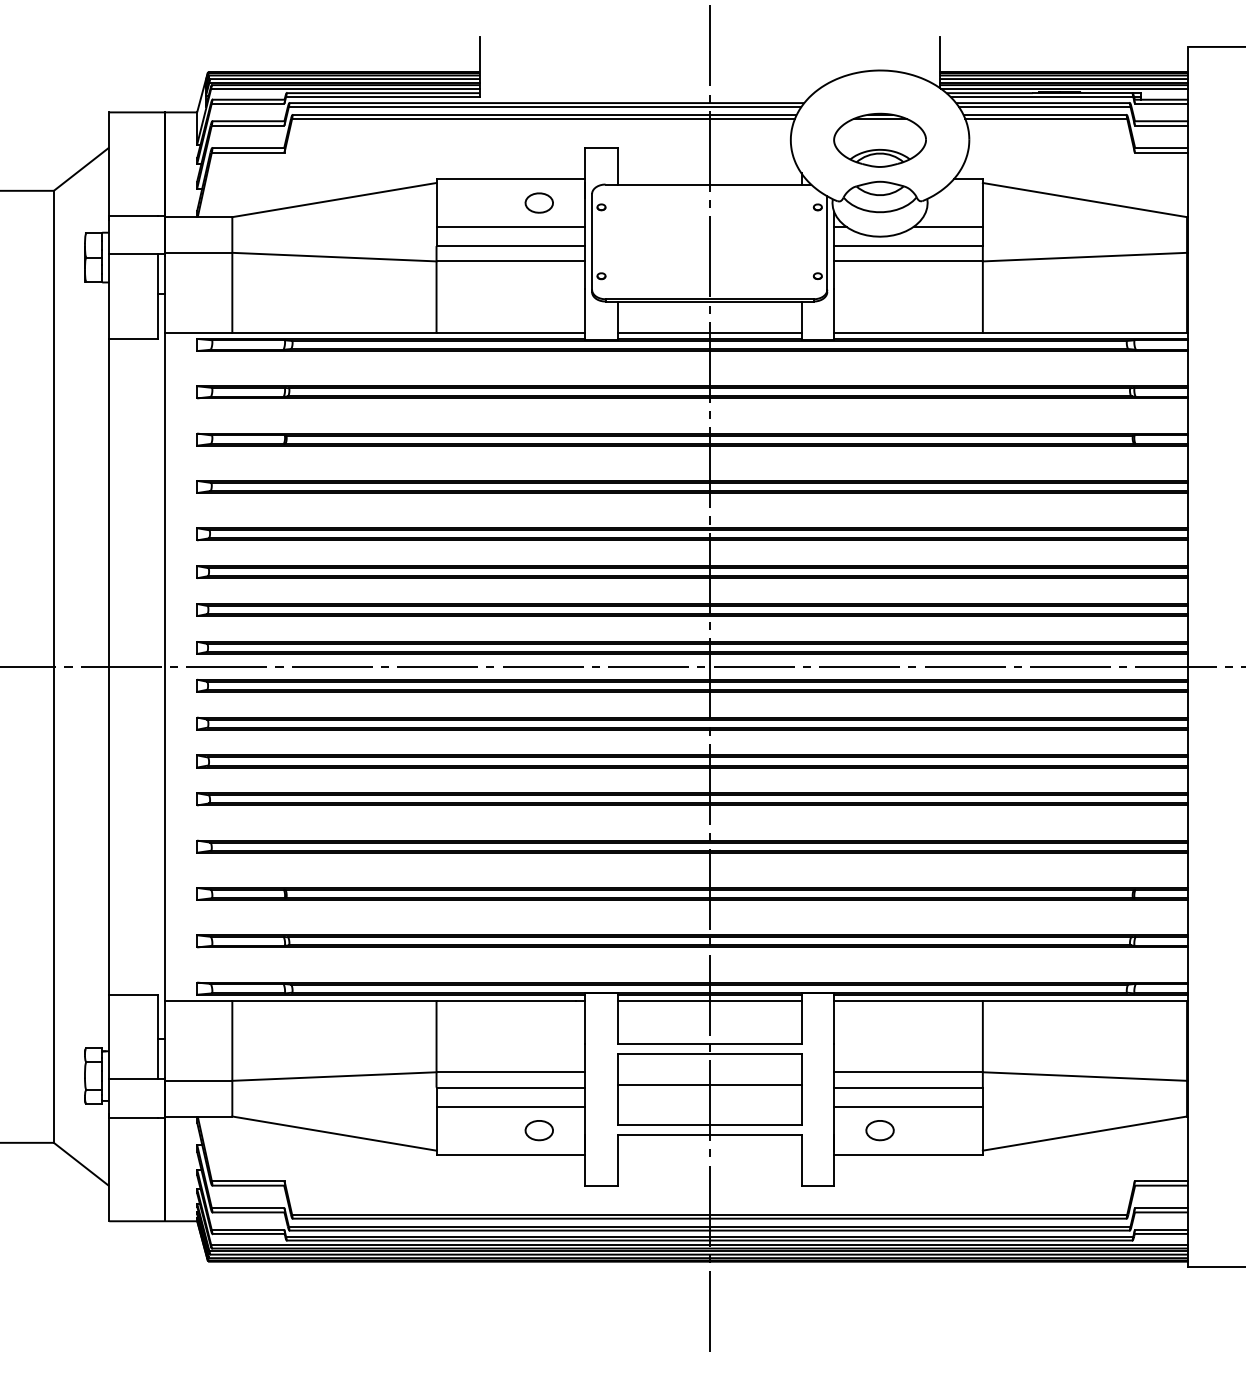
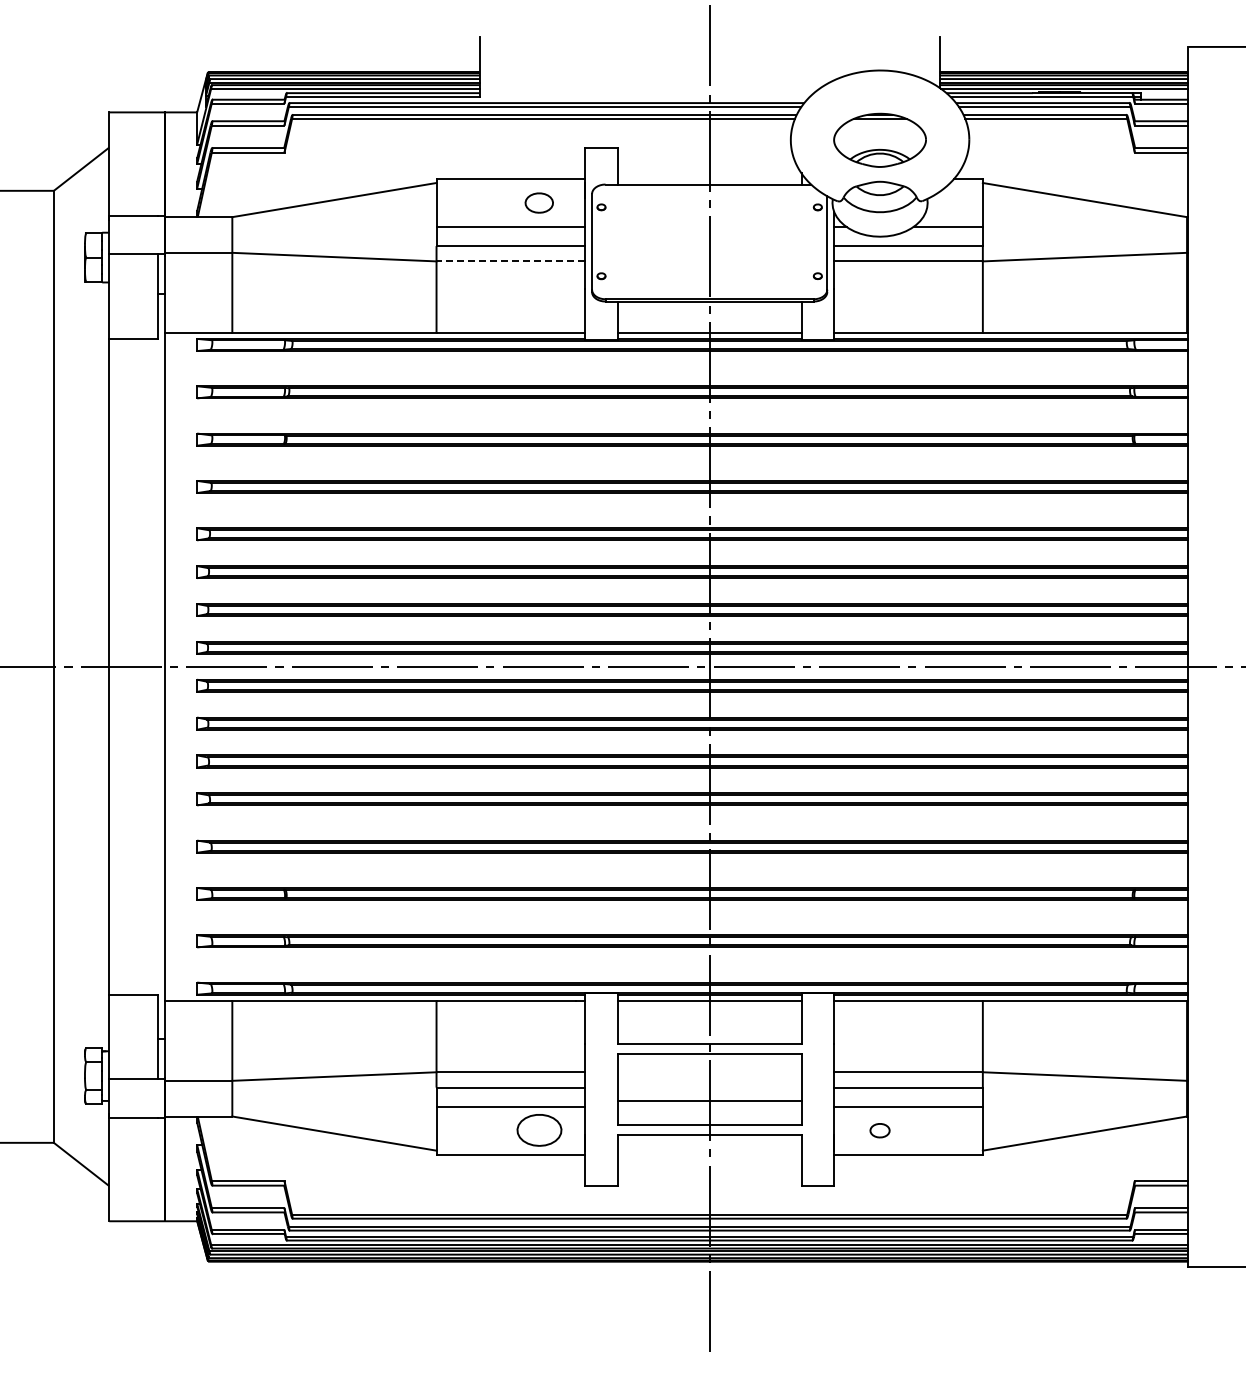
line at (510, 261): solid -> dashed
line at (709, 1085) position: (709, 1085) -> (709, 1101)
part at (538, 1130) size: 30x22 px -> 47x33 px
part at (879, 1130) size: 30x22 px -> 22x16 px
